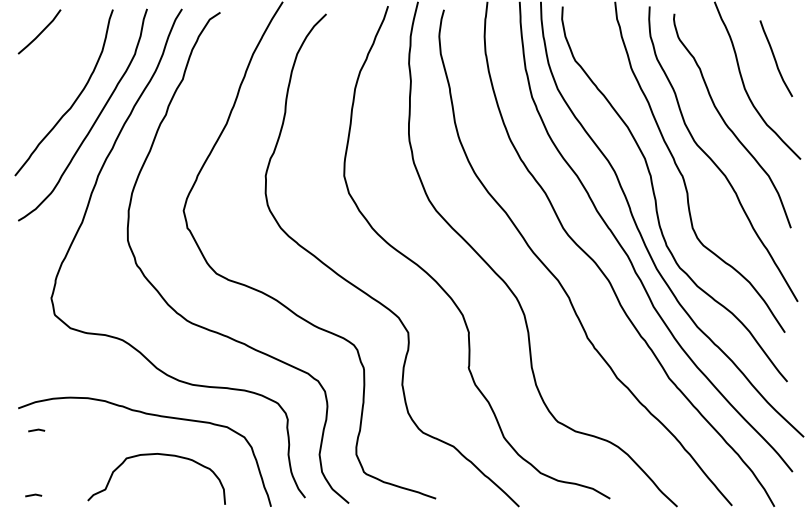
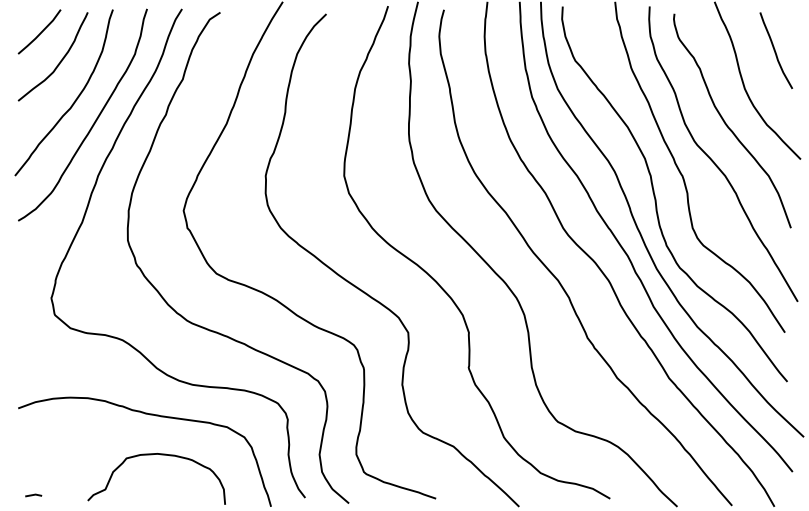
curve at (775, 58) position: (775, 58) -> (775, 50)
curve at (59, 61): none -> present
line at (36, 430): present -> none
